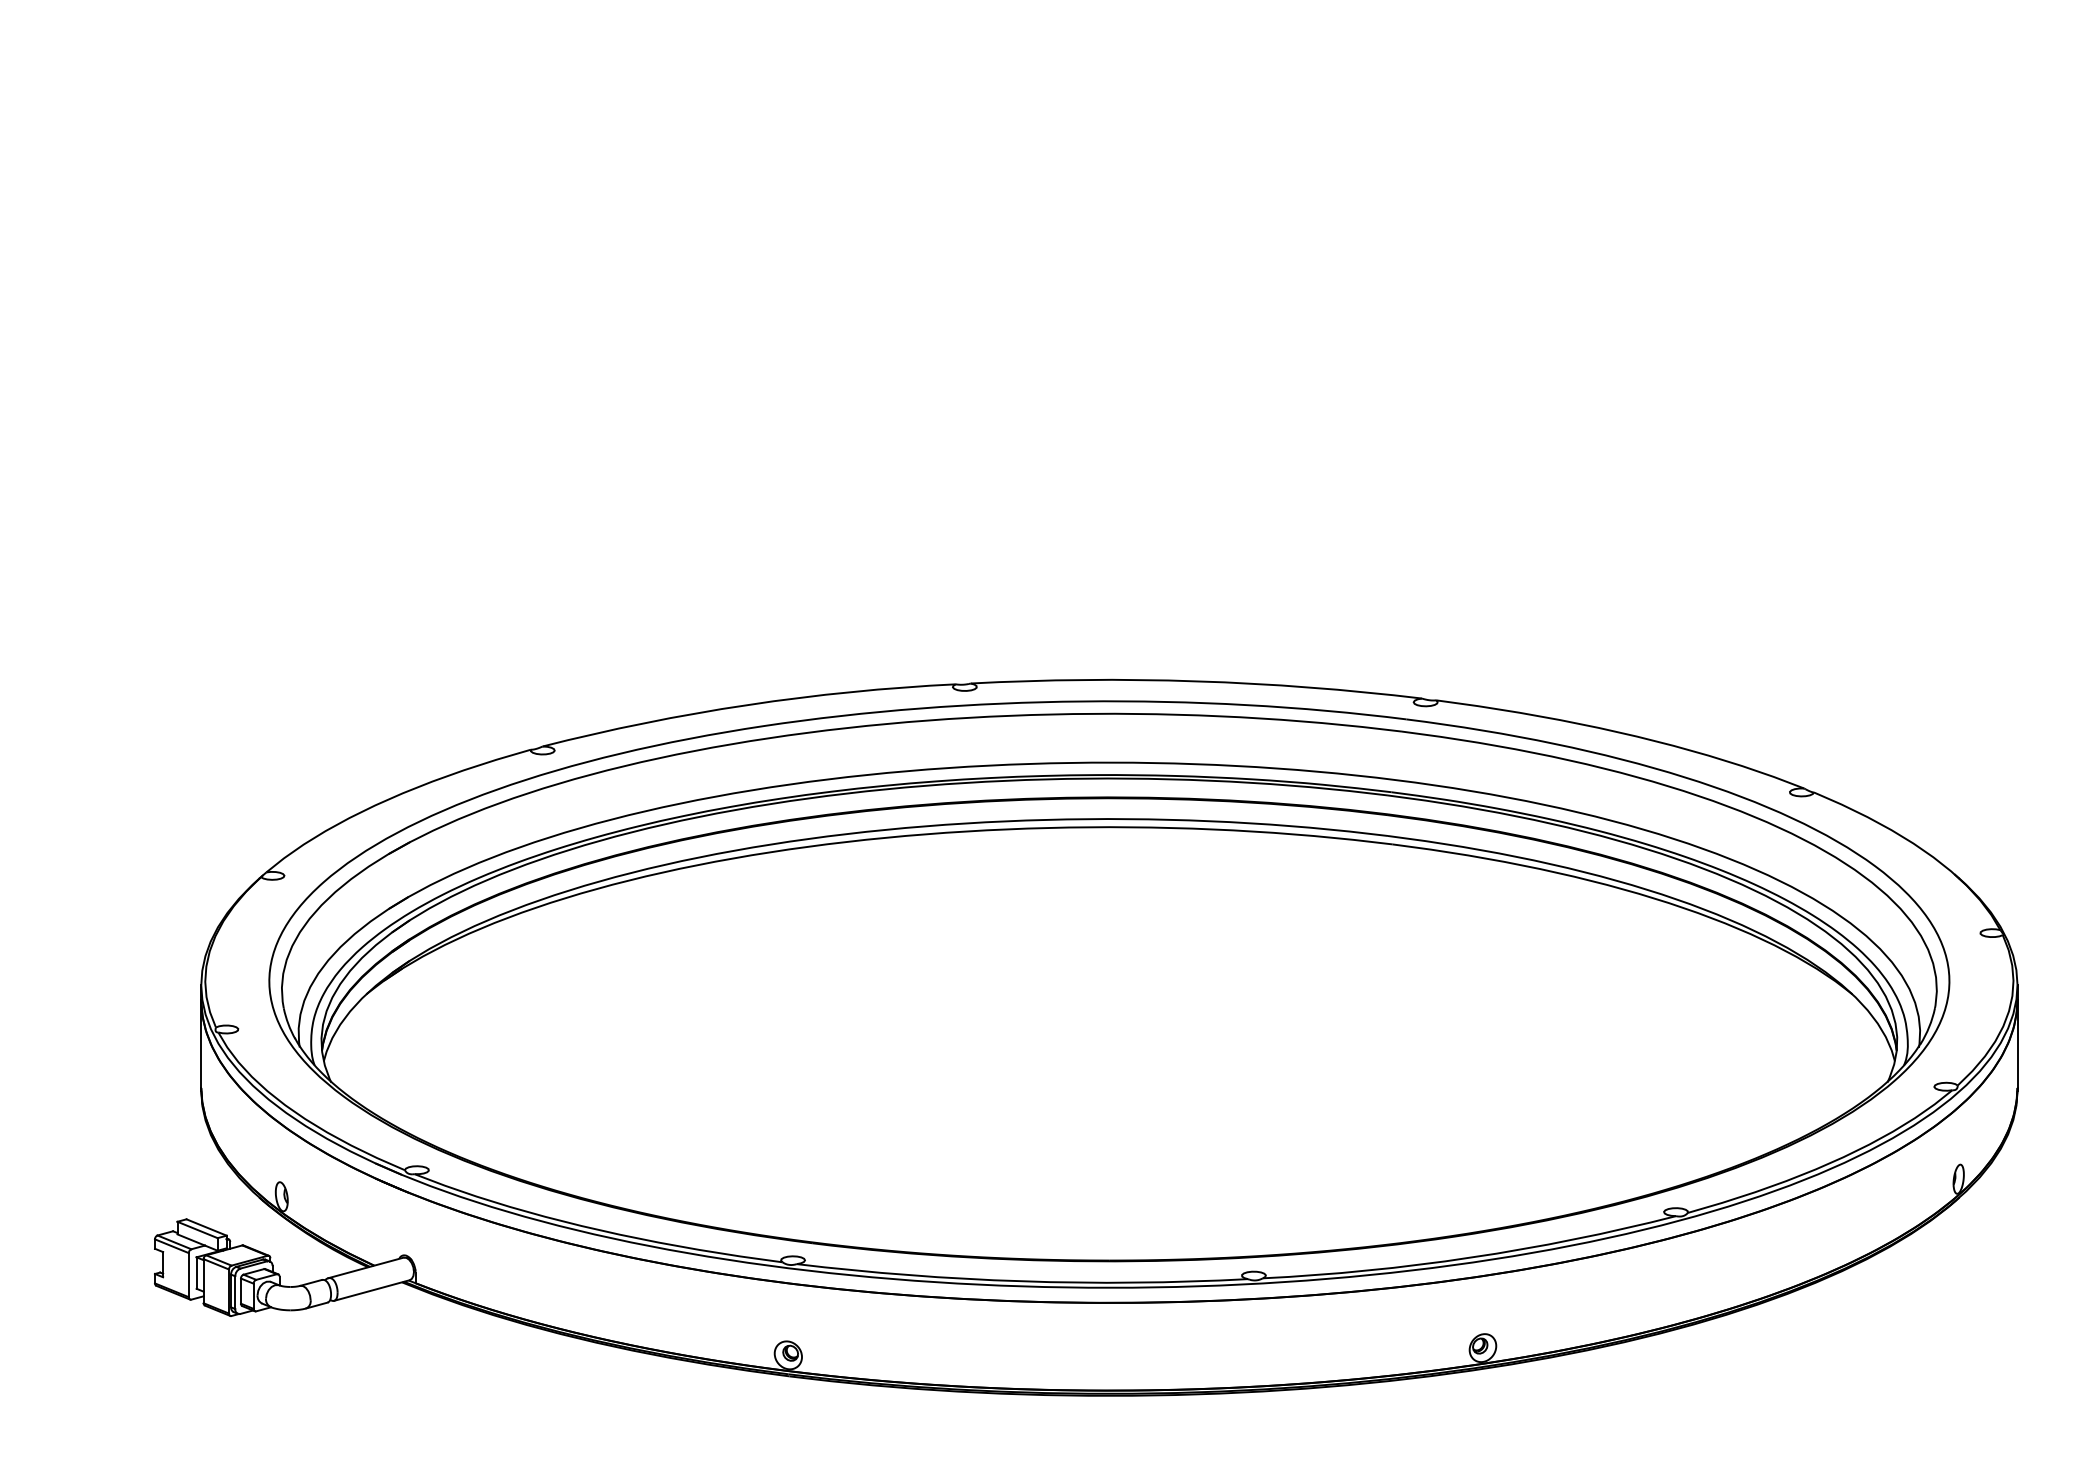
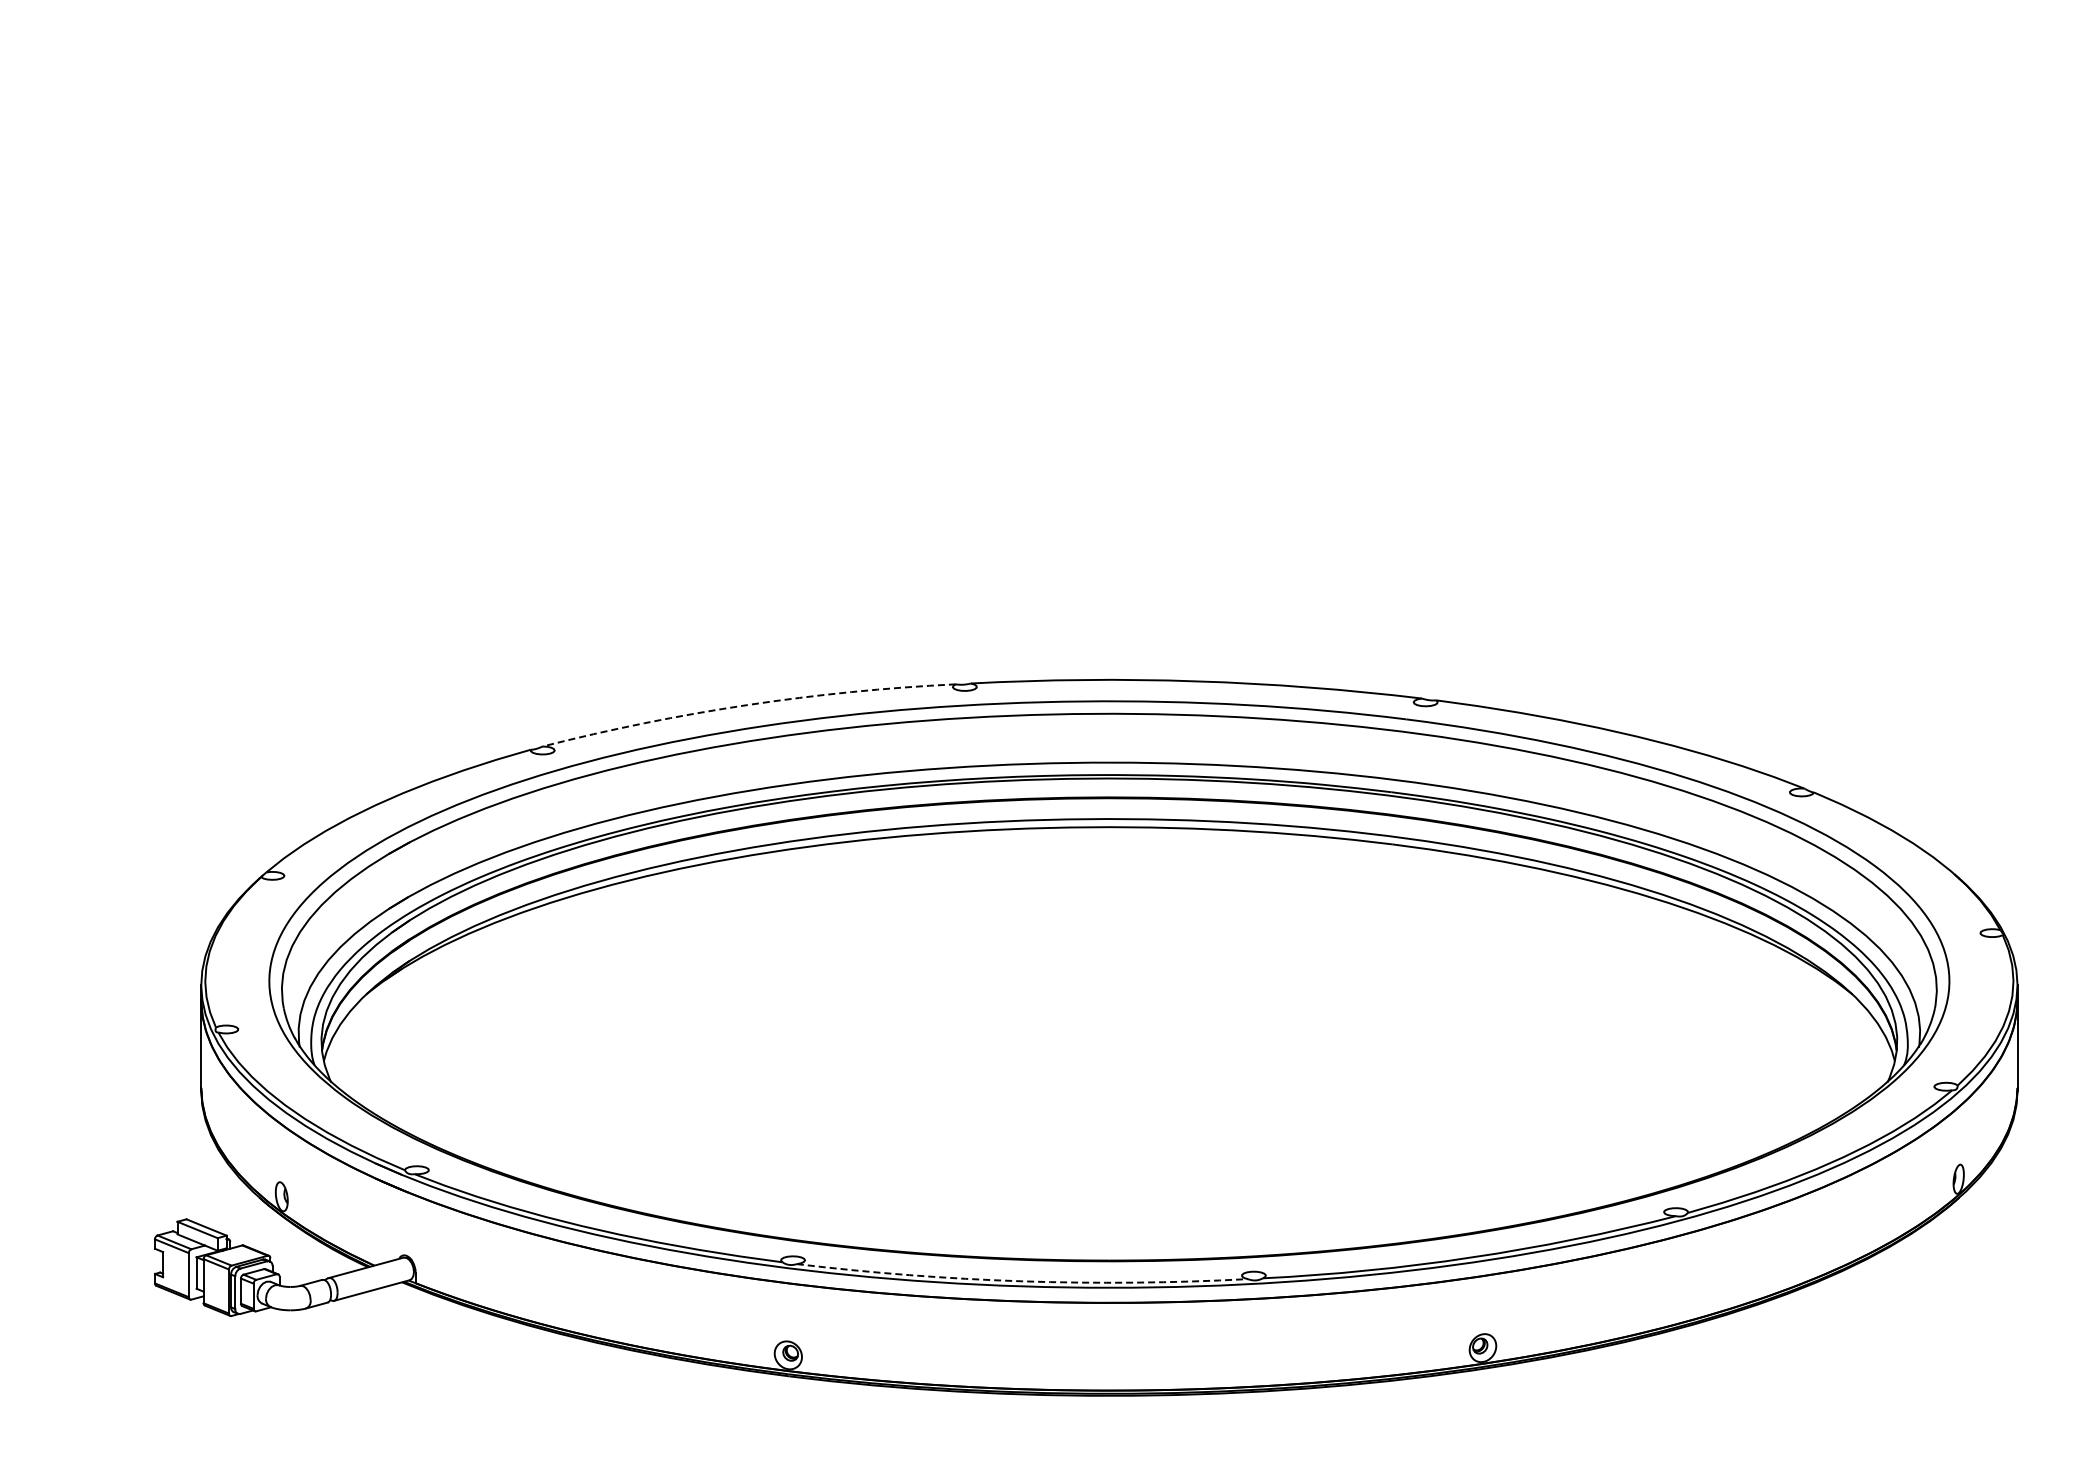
arc at (747, 705): solid -> dashed
arc at (1022, 1281): solid -> dashed
